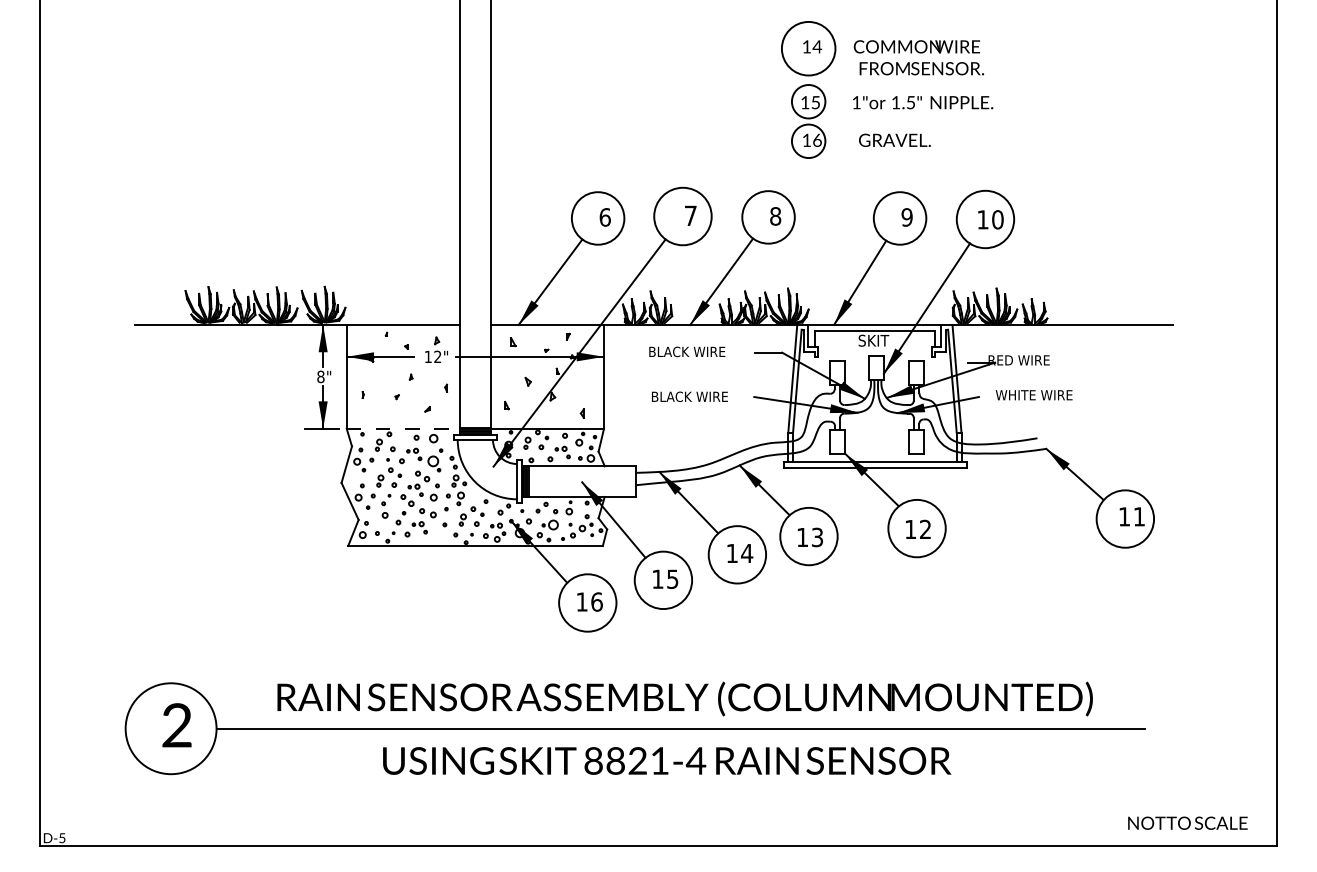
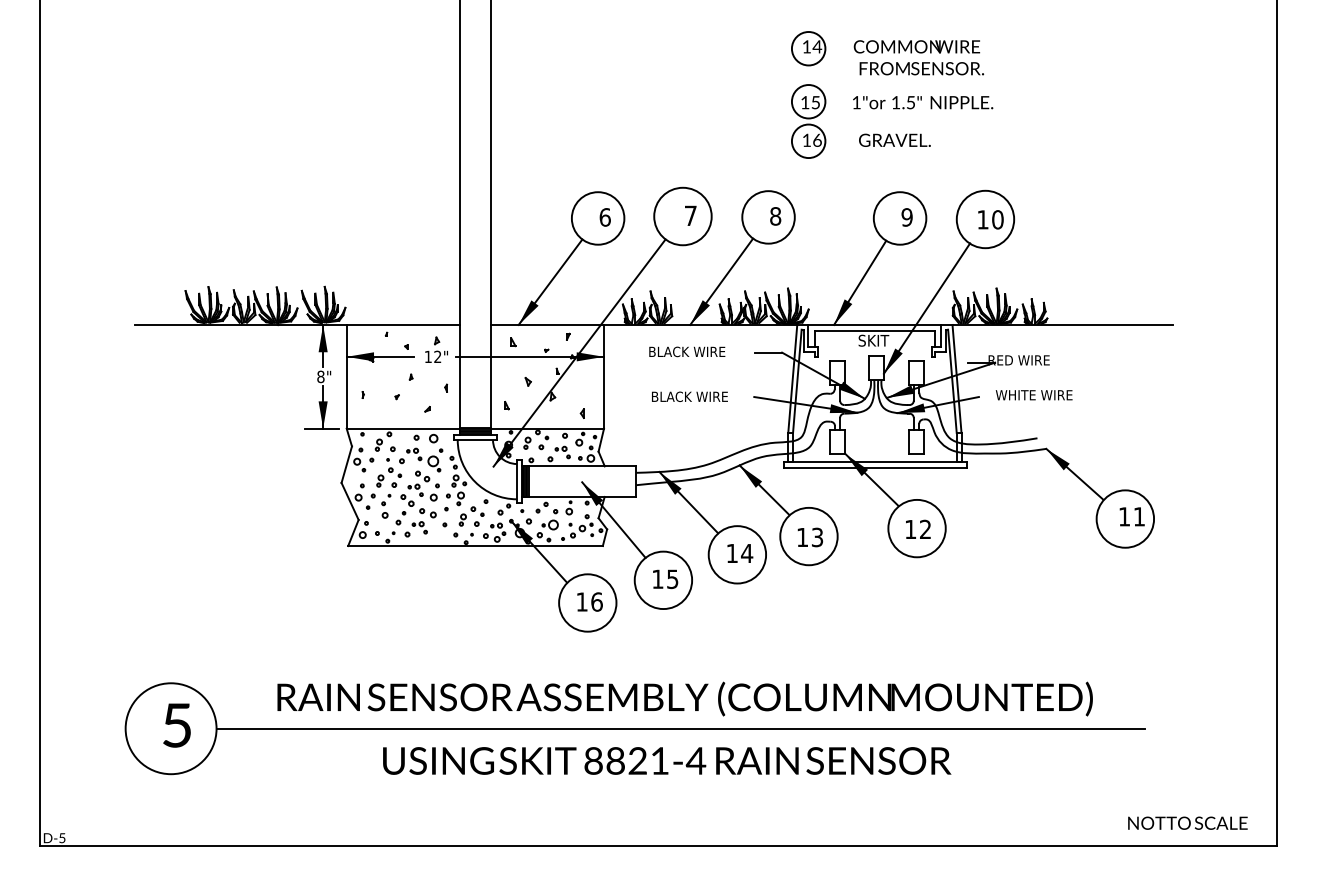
circle at (808, 48) diameter: 54 px -> 33 px
line at (403, 428): dashed -> solid
text at (176, 725): 2 -> 5
